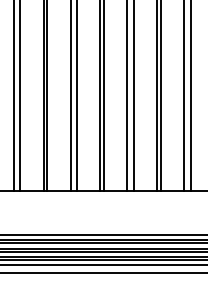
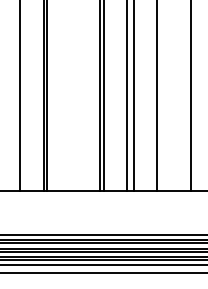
line at (13, 96): present -> none
line at (70, 96): present -> none
line at (77, 96): present -> none
line at (160, 96): present -> none
line at (184, 96): present -> none
